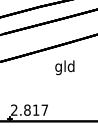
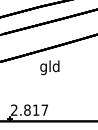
text at (64, 67) position: (64, 67) -> (49, 67)
